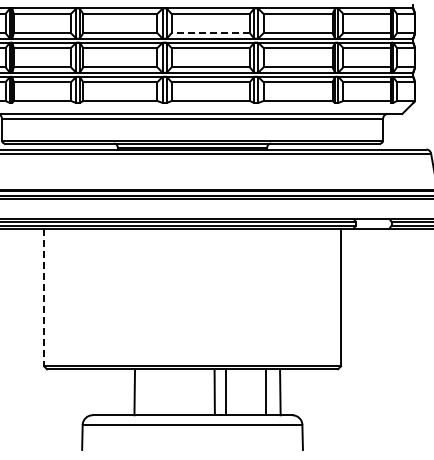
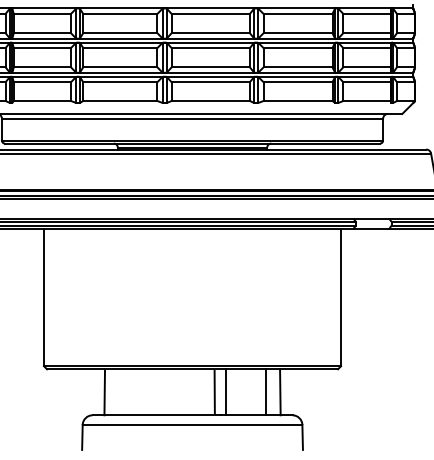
line at (210, 33): dashed -> solid
line at (44, 297): dashed -> solid
line at (134, 392) position: (134, 392) -> (104, 392)
